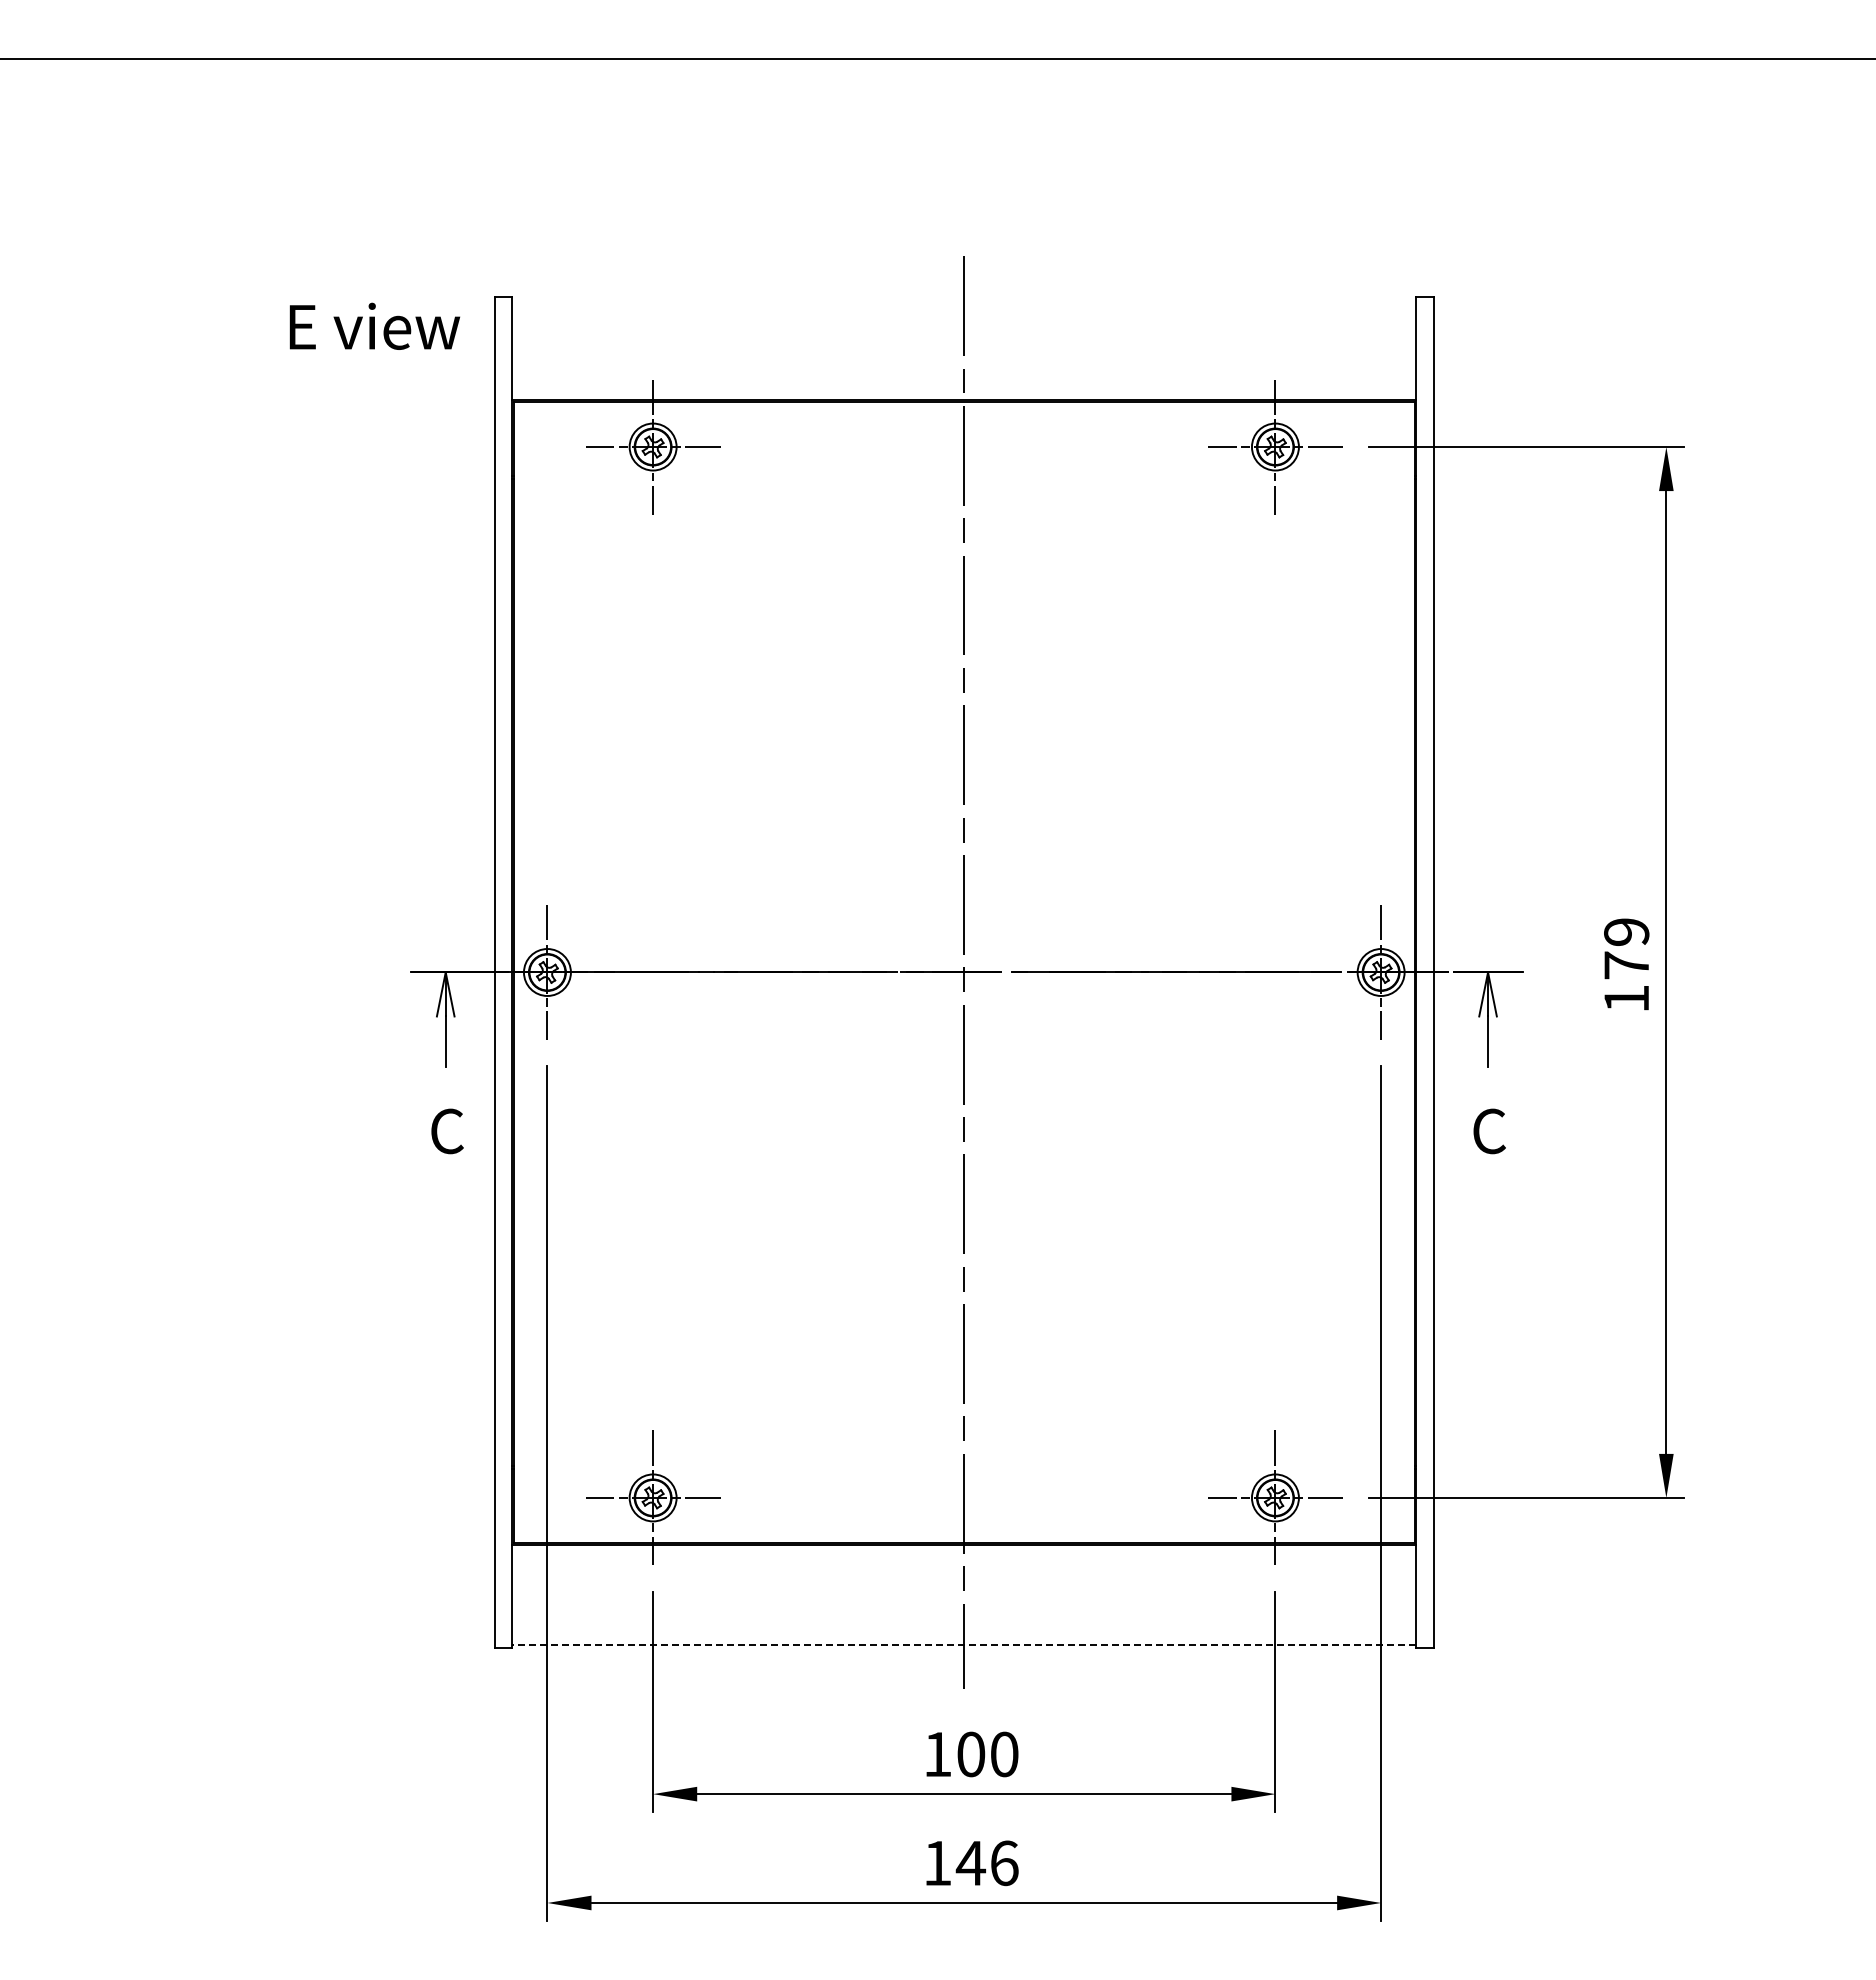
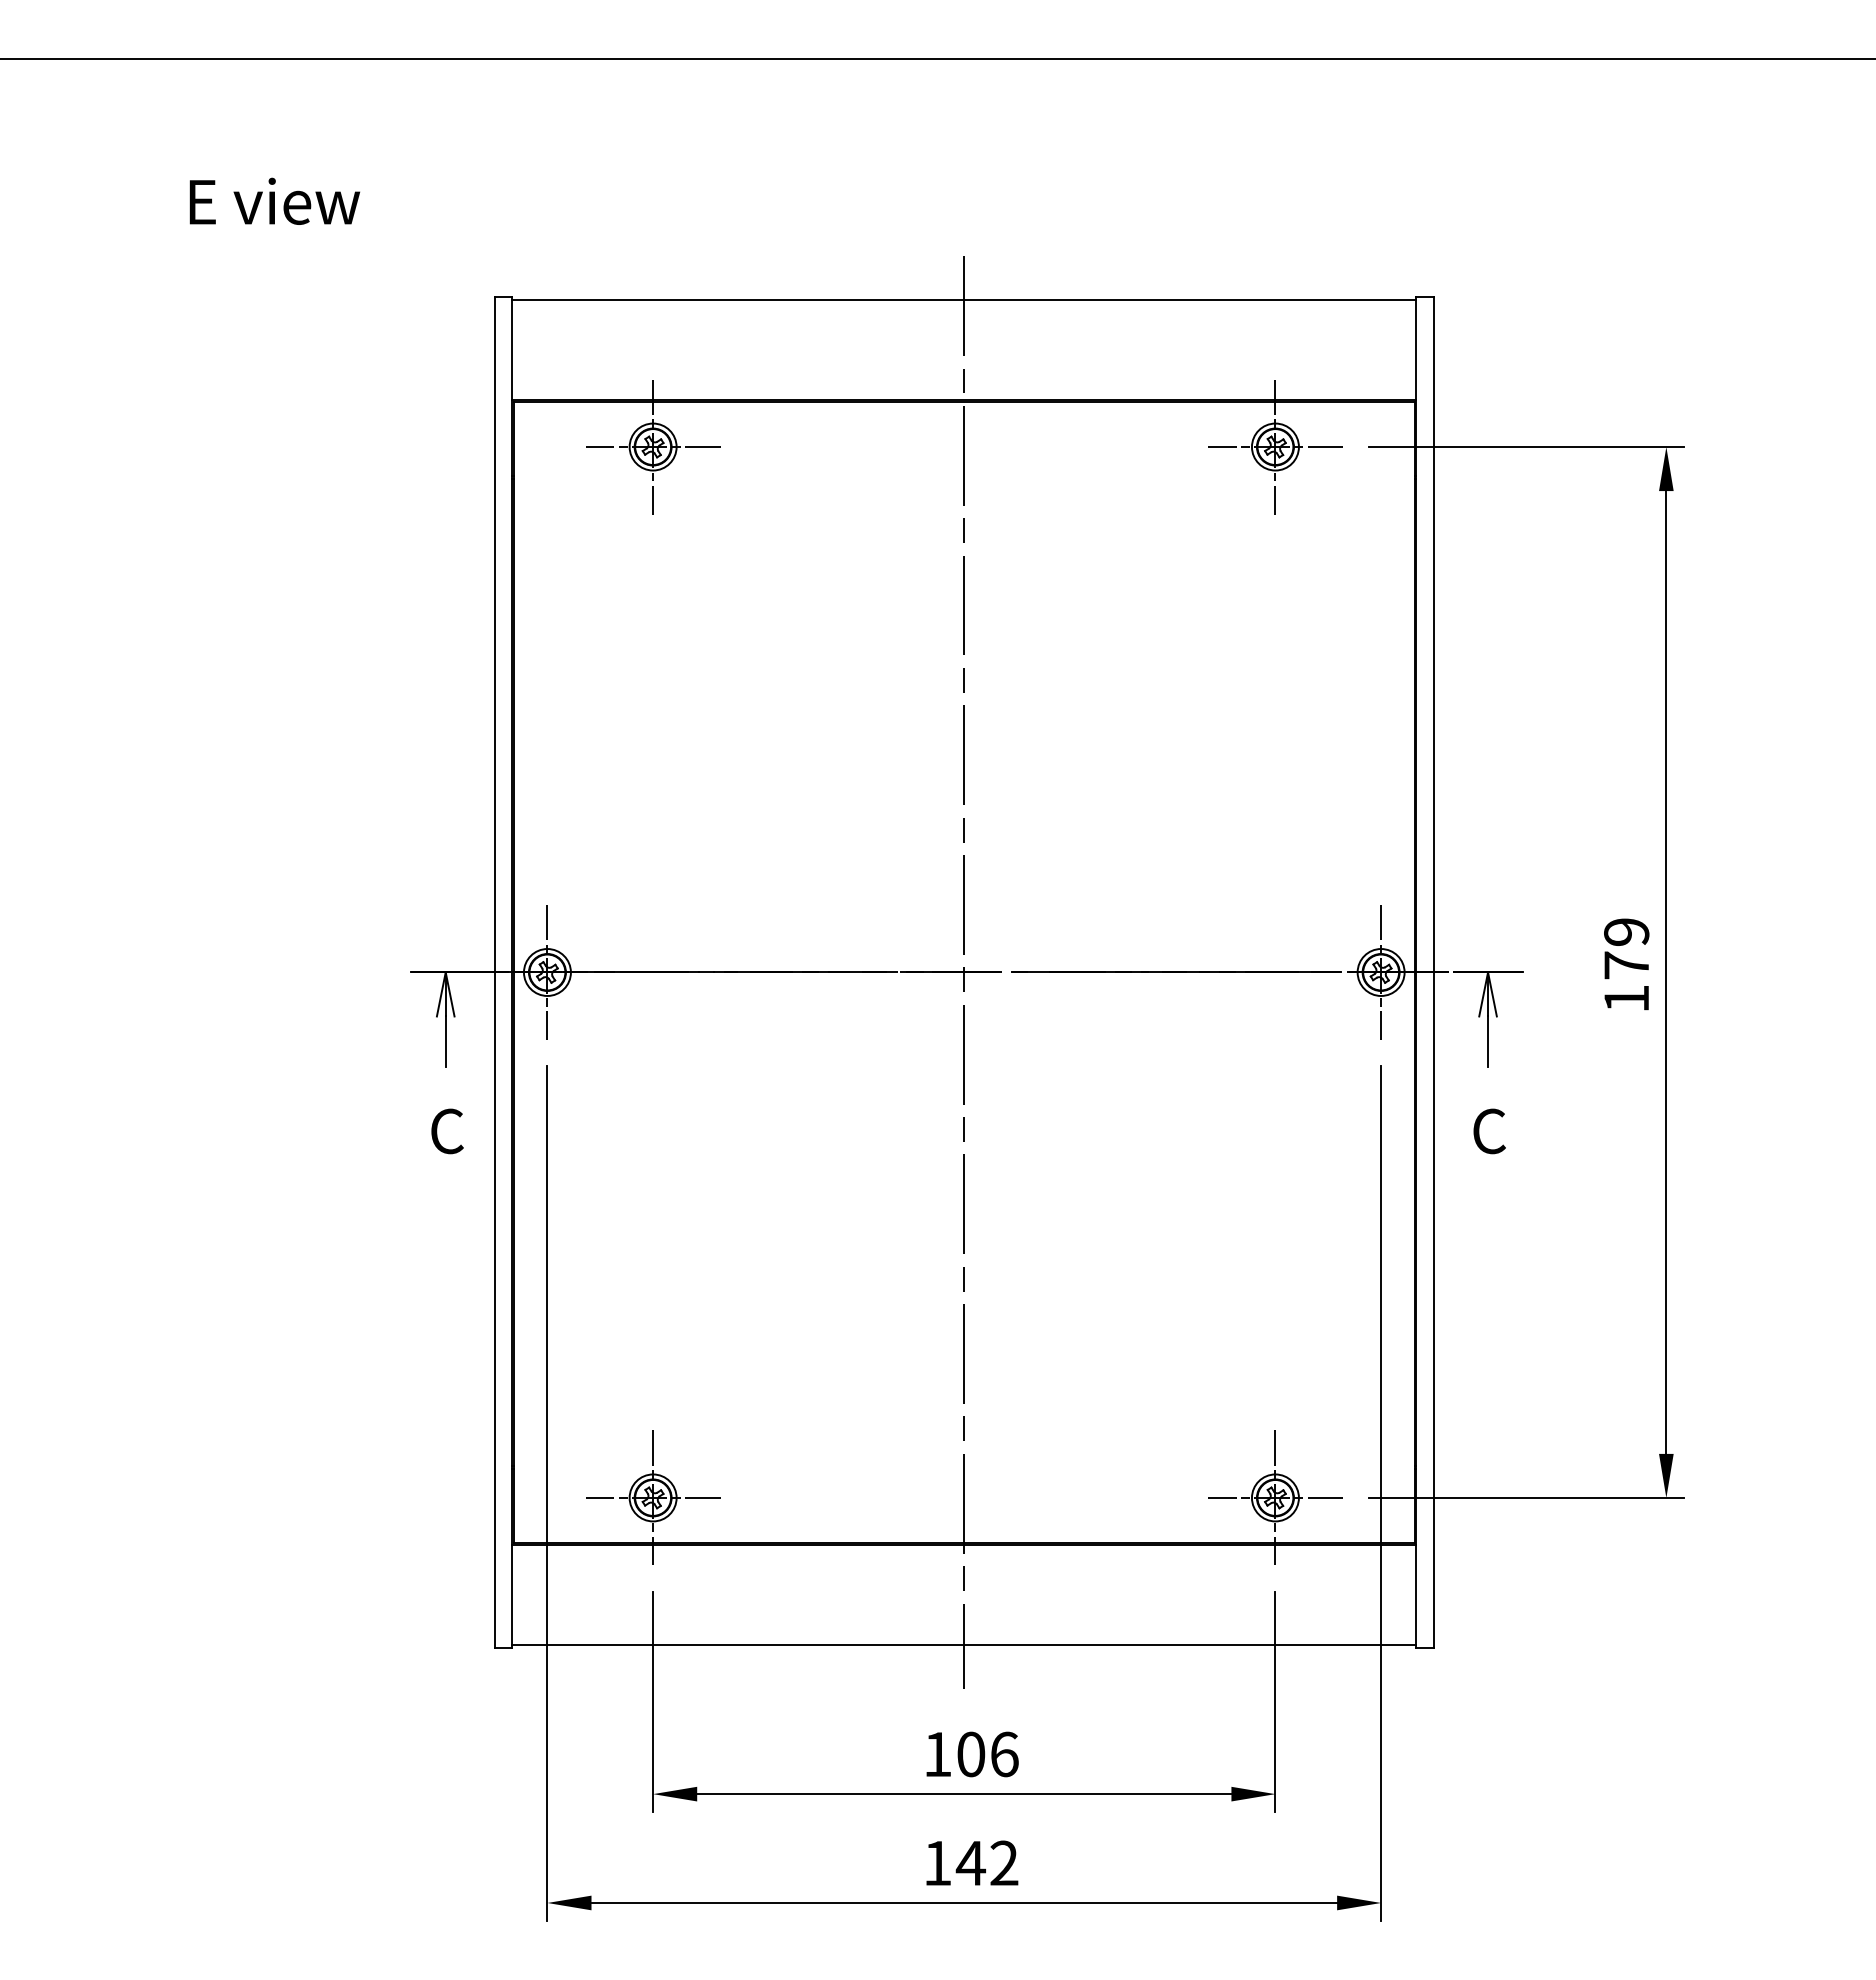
line at (964, 300): none -> present
text at (374, 325) position: (374, 325) -> (274, 200)
line at (963, 1644): dashed -> solid
text at (1004, 1754): 100 -> 106
text at (1004, 1863): 146 -> 142
